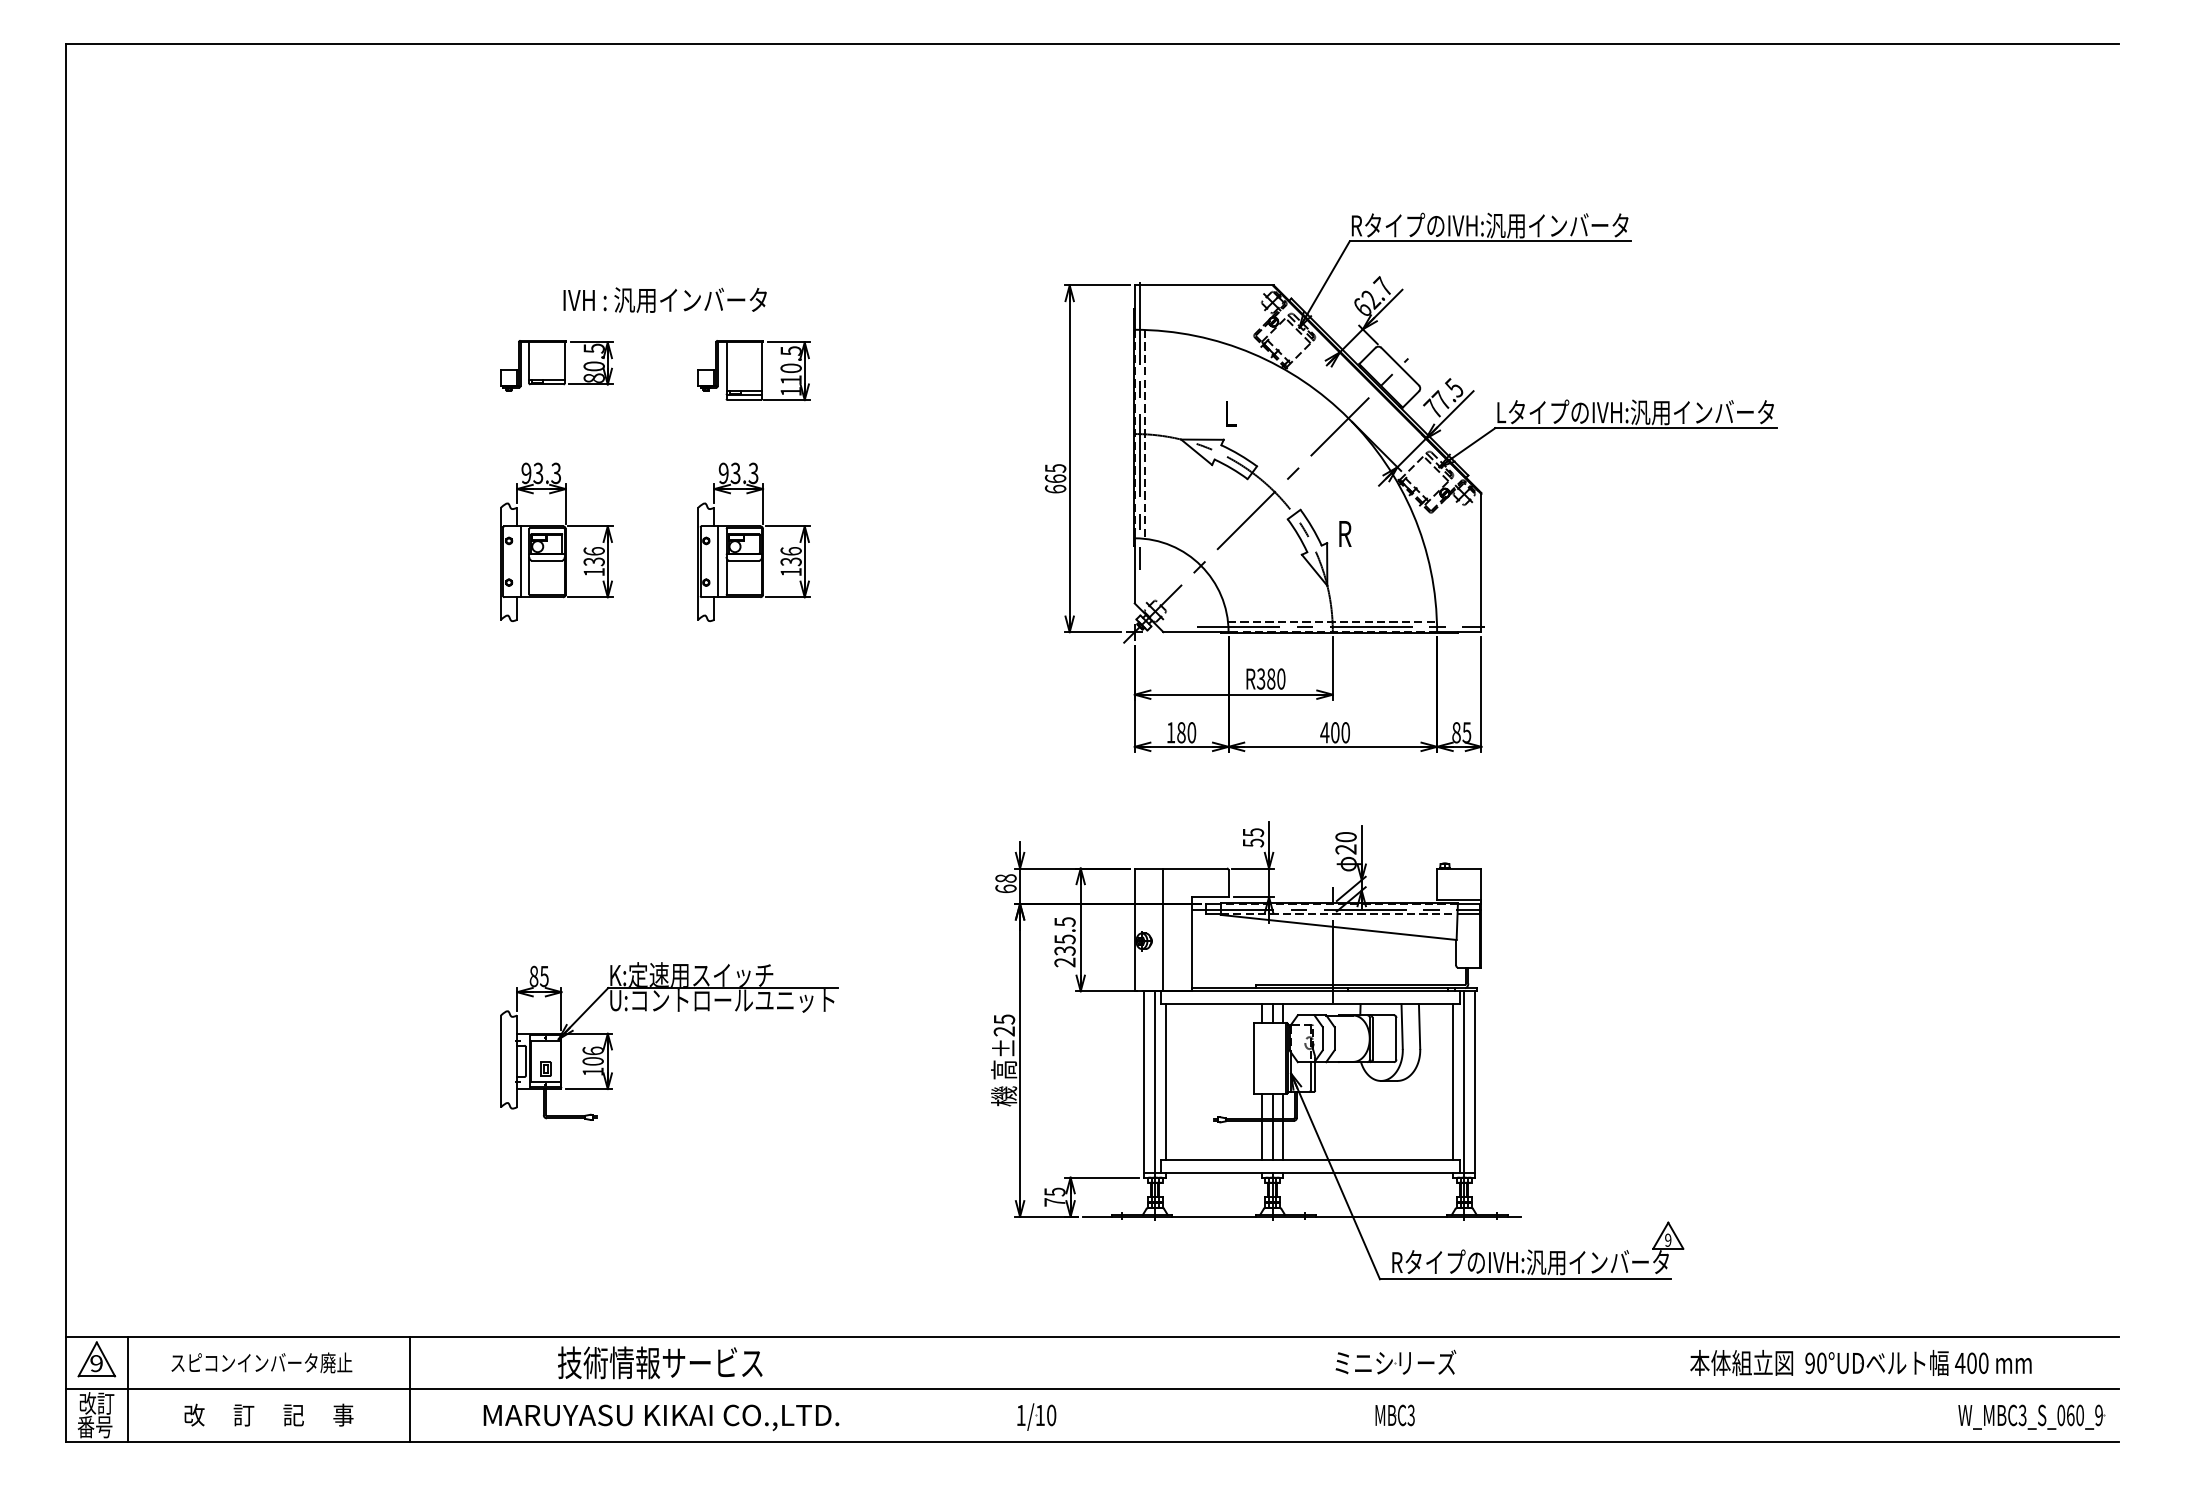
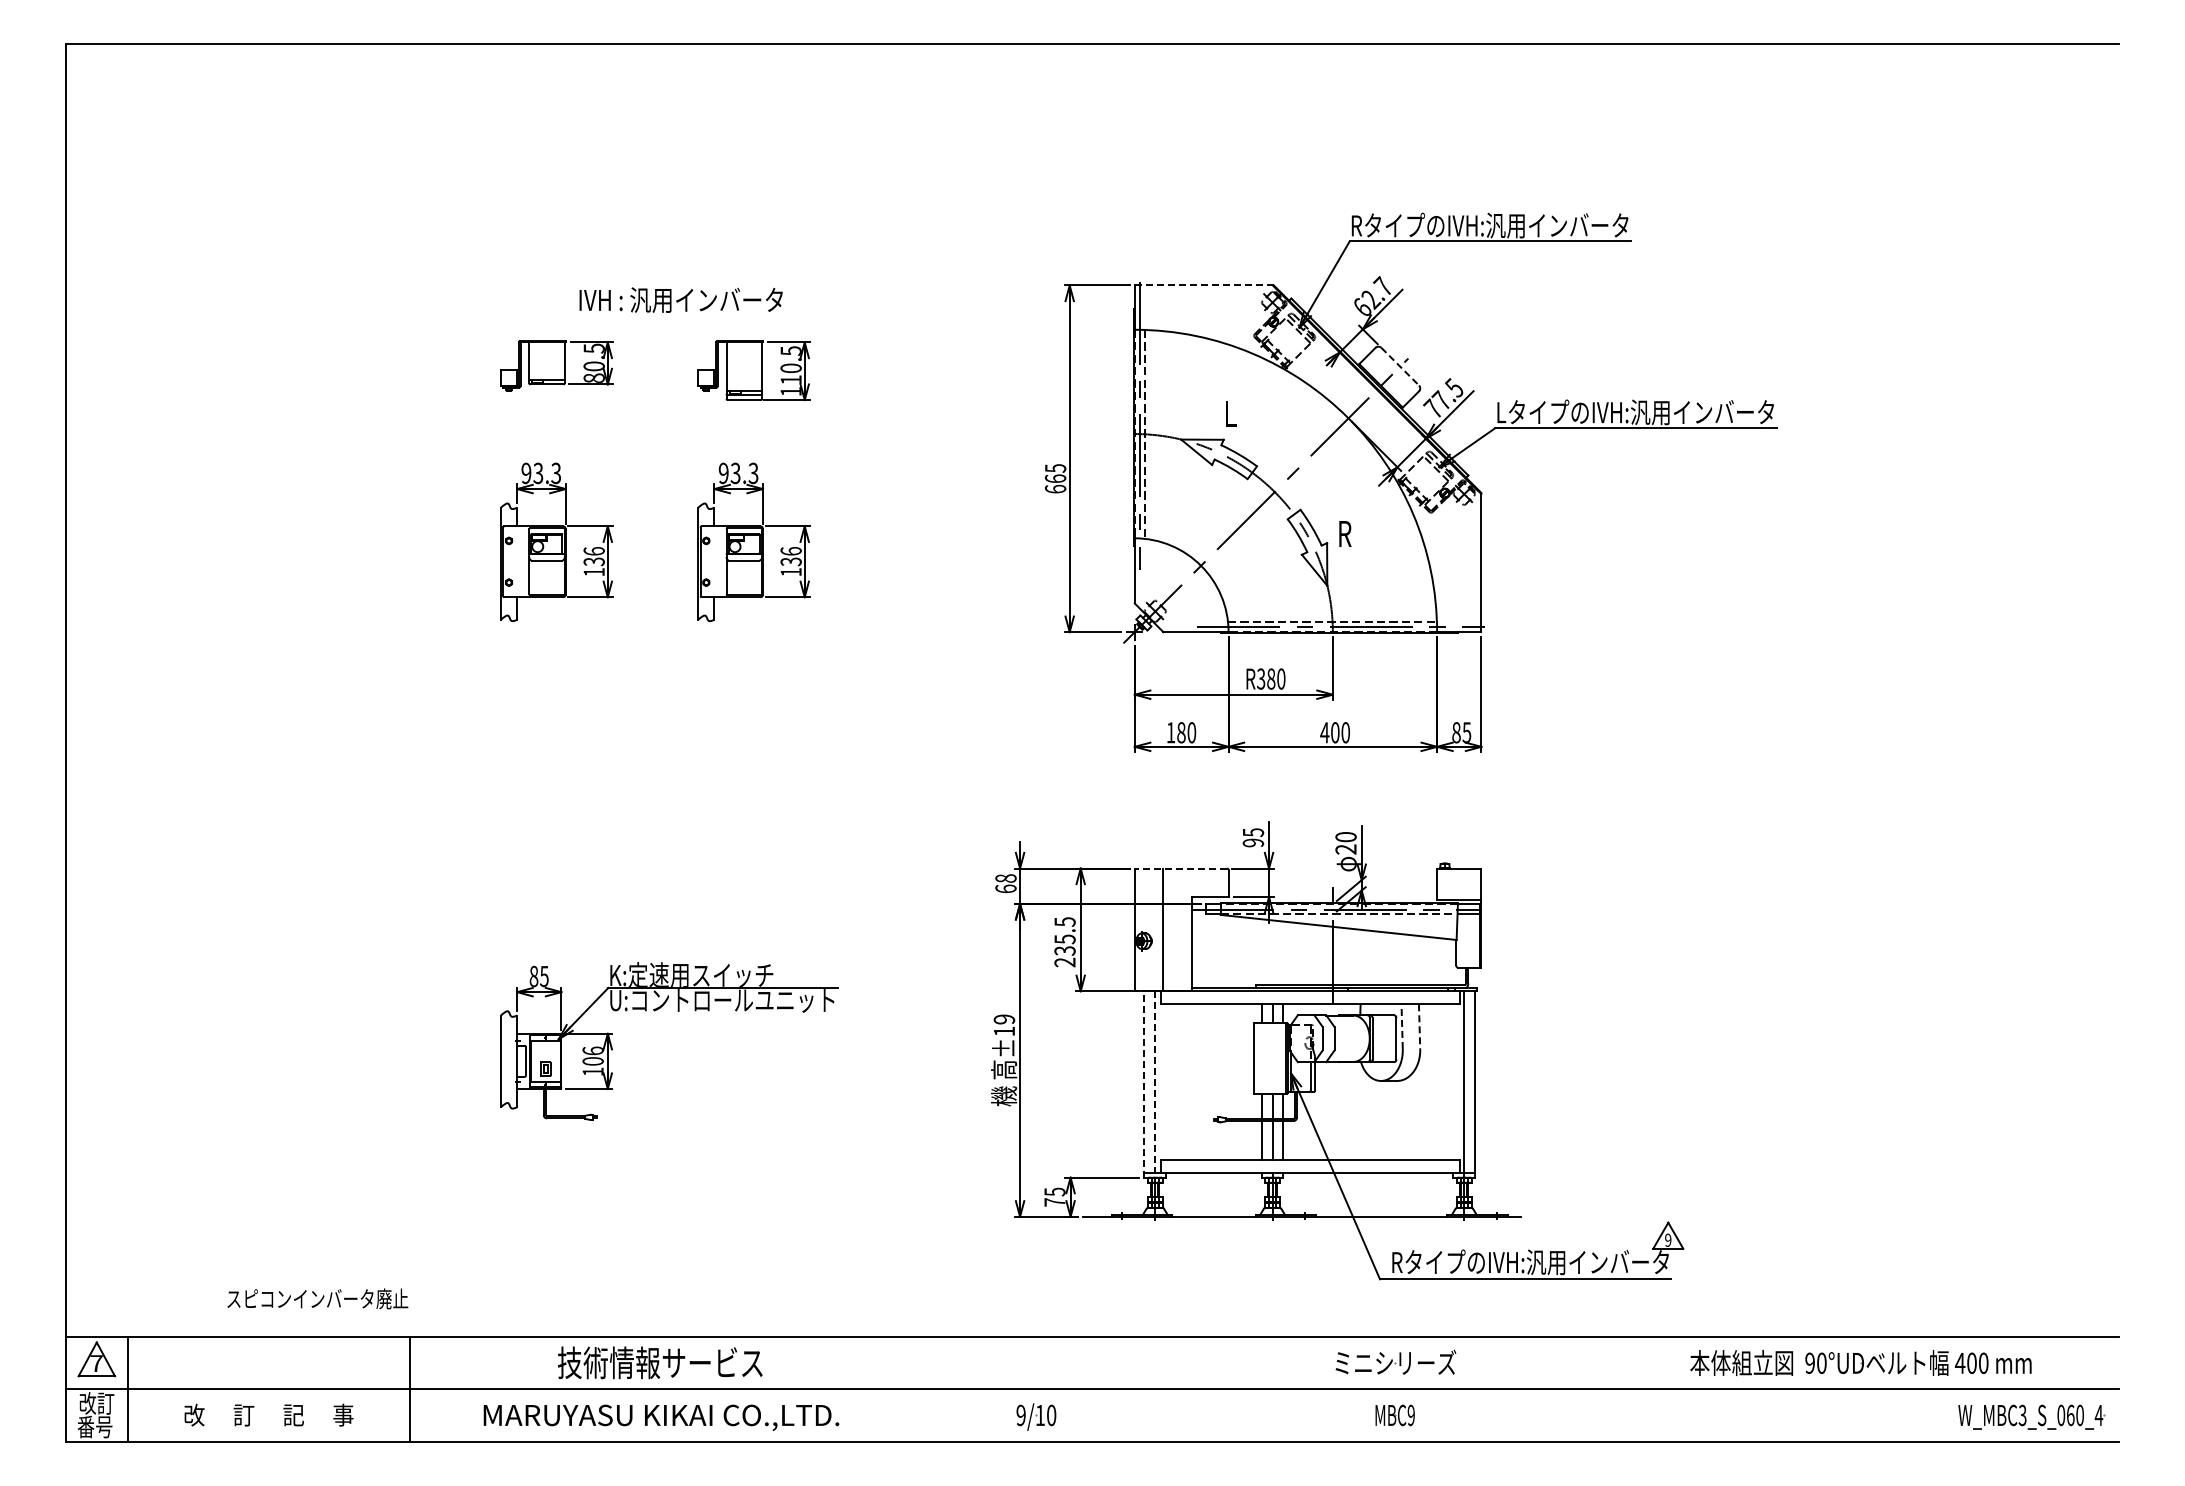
line at (1204, 285): solid -> dashed
text at (664, 299) position: (664, 299) -> (680, 299)
line at (1400, 366): solid -> dashed
line at (520, 561): present -> none
line at (717, 561): present -> none
text at (1252, 842): 55 -> 95
line at (1180, 868): solid -> dashed
text at (1004, 1025): ±25 -> ±19
line at (1402, 1026): solid -> dashed
line at (1419, 1027): solid -> dashed
line at (1166, 1081): present -> none
line at (1453, 1081): present -> none
line at (1144, 1083): solid -> dashed
line at (1155, 1084): solid -> dashed
text at (261, 1362) position: (261, 1362) -> (317, 1298)
text at (96, 1363): 9 -> 7
text at (1020, 1415): 1/10 -> 9/10
text at (1410, 1415): MBC3 -> MBC9
text at (2098, 1415): W_MBC3_S_060_9 -> W_MBC3_S_060_4
